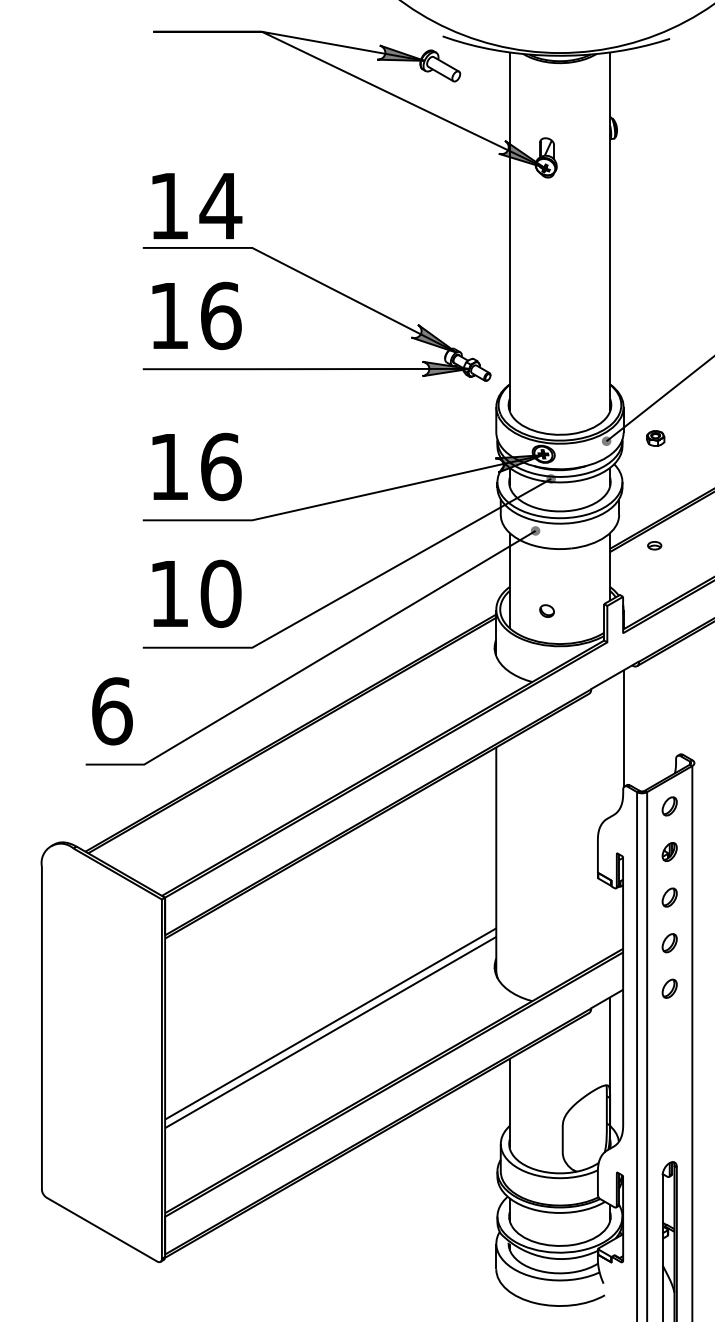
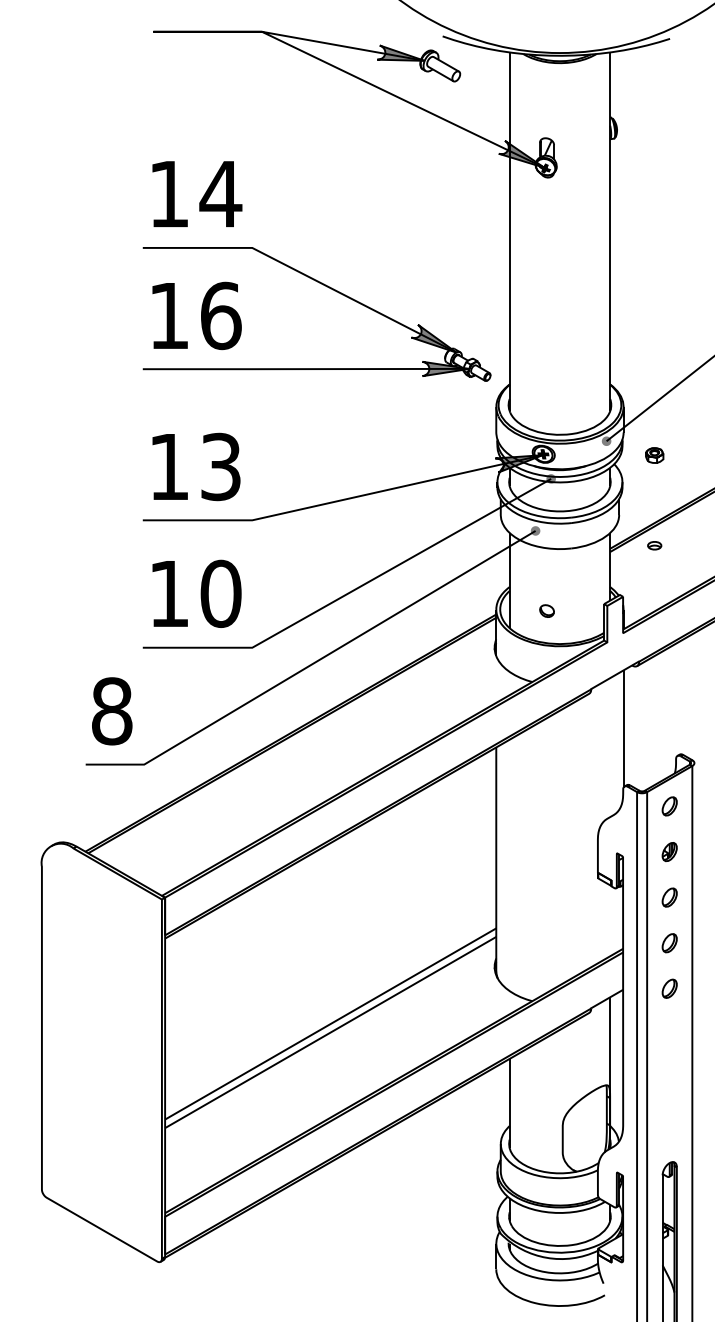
text at (197, 205) position: (197, 205) -> (197, 193)
part at (655, 438) position: (655, 438) -> (654, 455)
text at (221, 466): 16 -> 13
text at (112, 711): 6 -> 8
